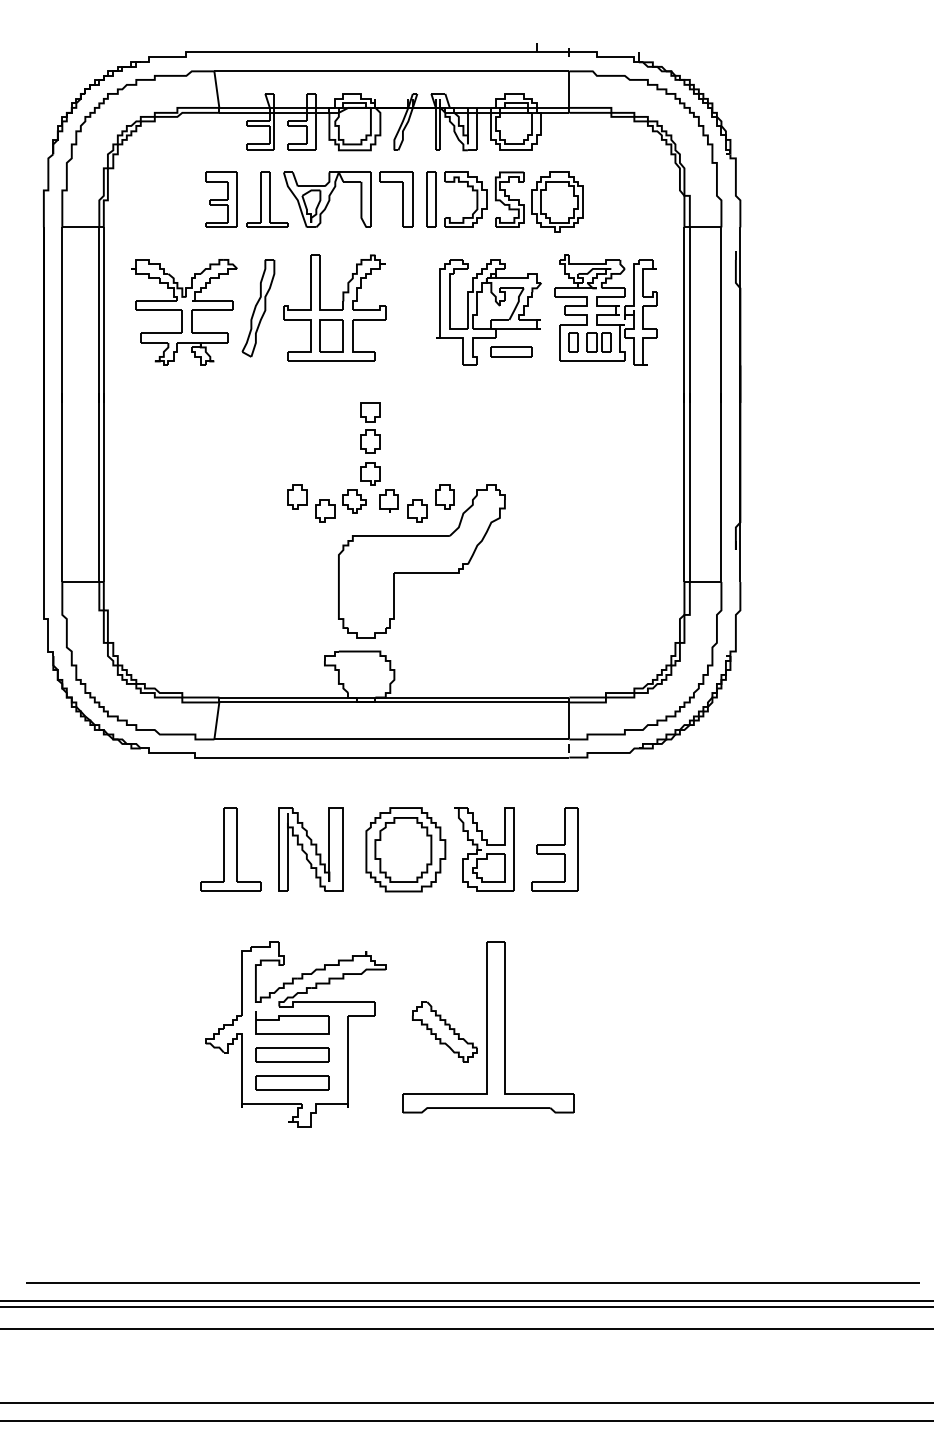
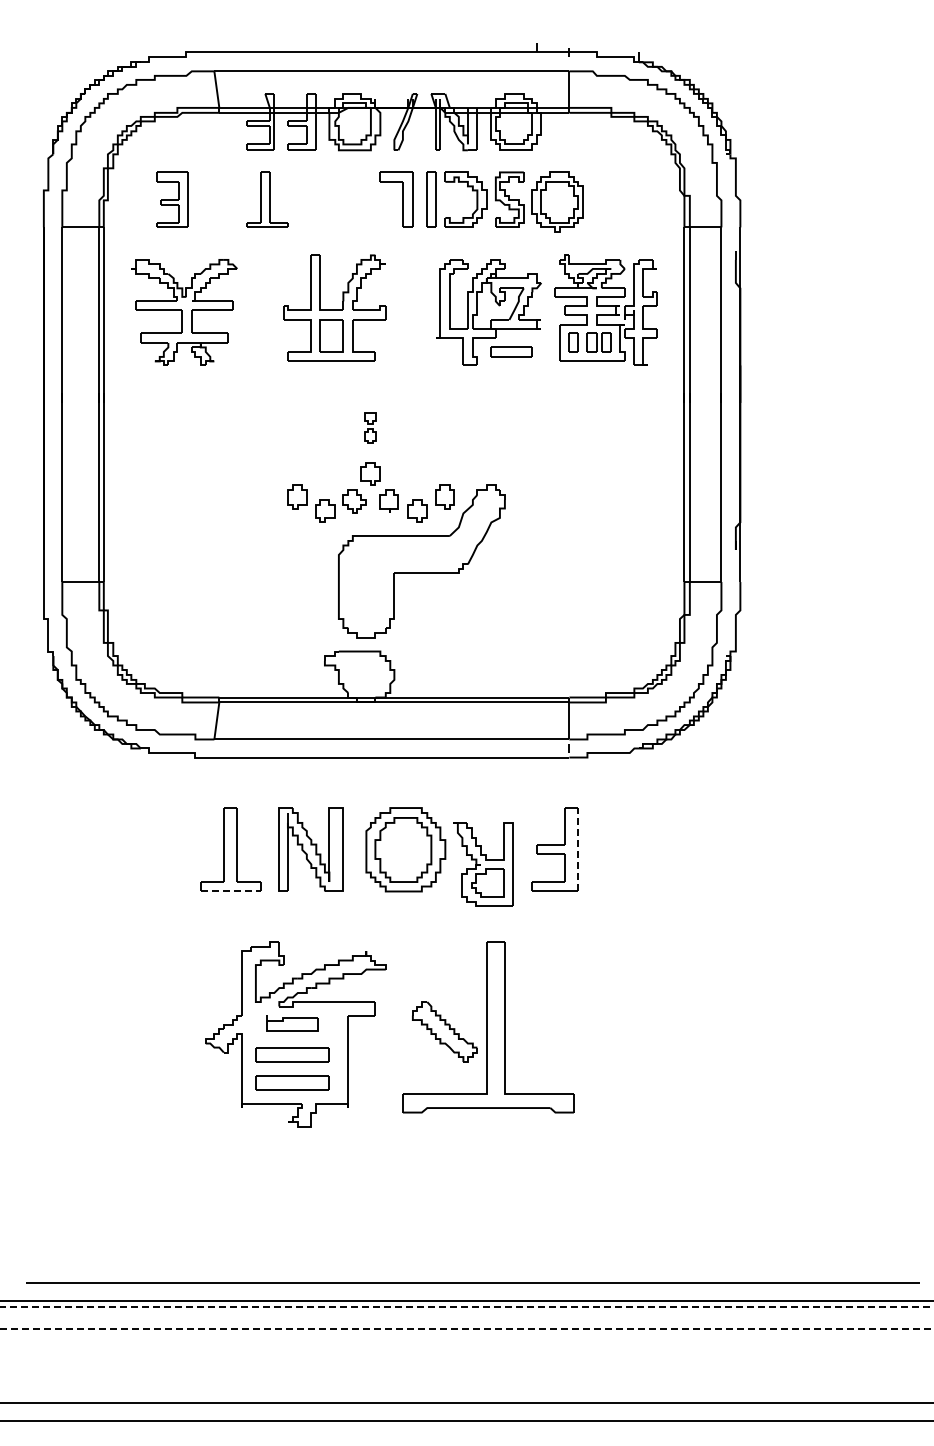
part at (221, 199) position: (221, 199) -> (172, 199)
part at (327, 199): present -> none
part at (258, 308): present -> none
part at (370, 427) size: 21x52 px -> 13x32 px
part at (484, 849) position: (484, 849) -> (483, 864)
line at (578, 849): solid -> dashed
line at (231, 891): solid -> dashed
part at (292, 1022) size: 75x24 px -> 53x17 px
line at (466, 1306): solid -> dashed
line at (468, 1329): solid -> dashed
